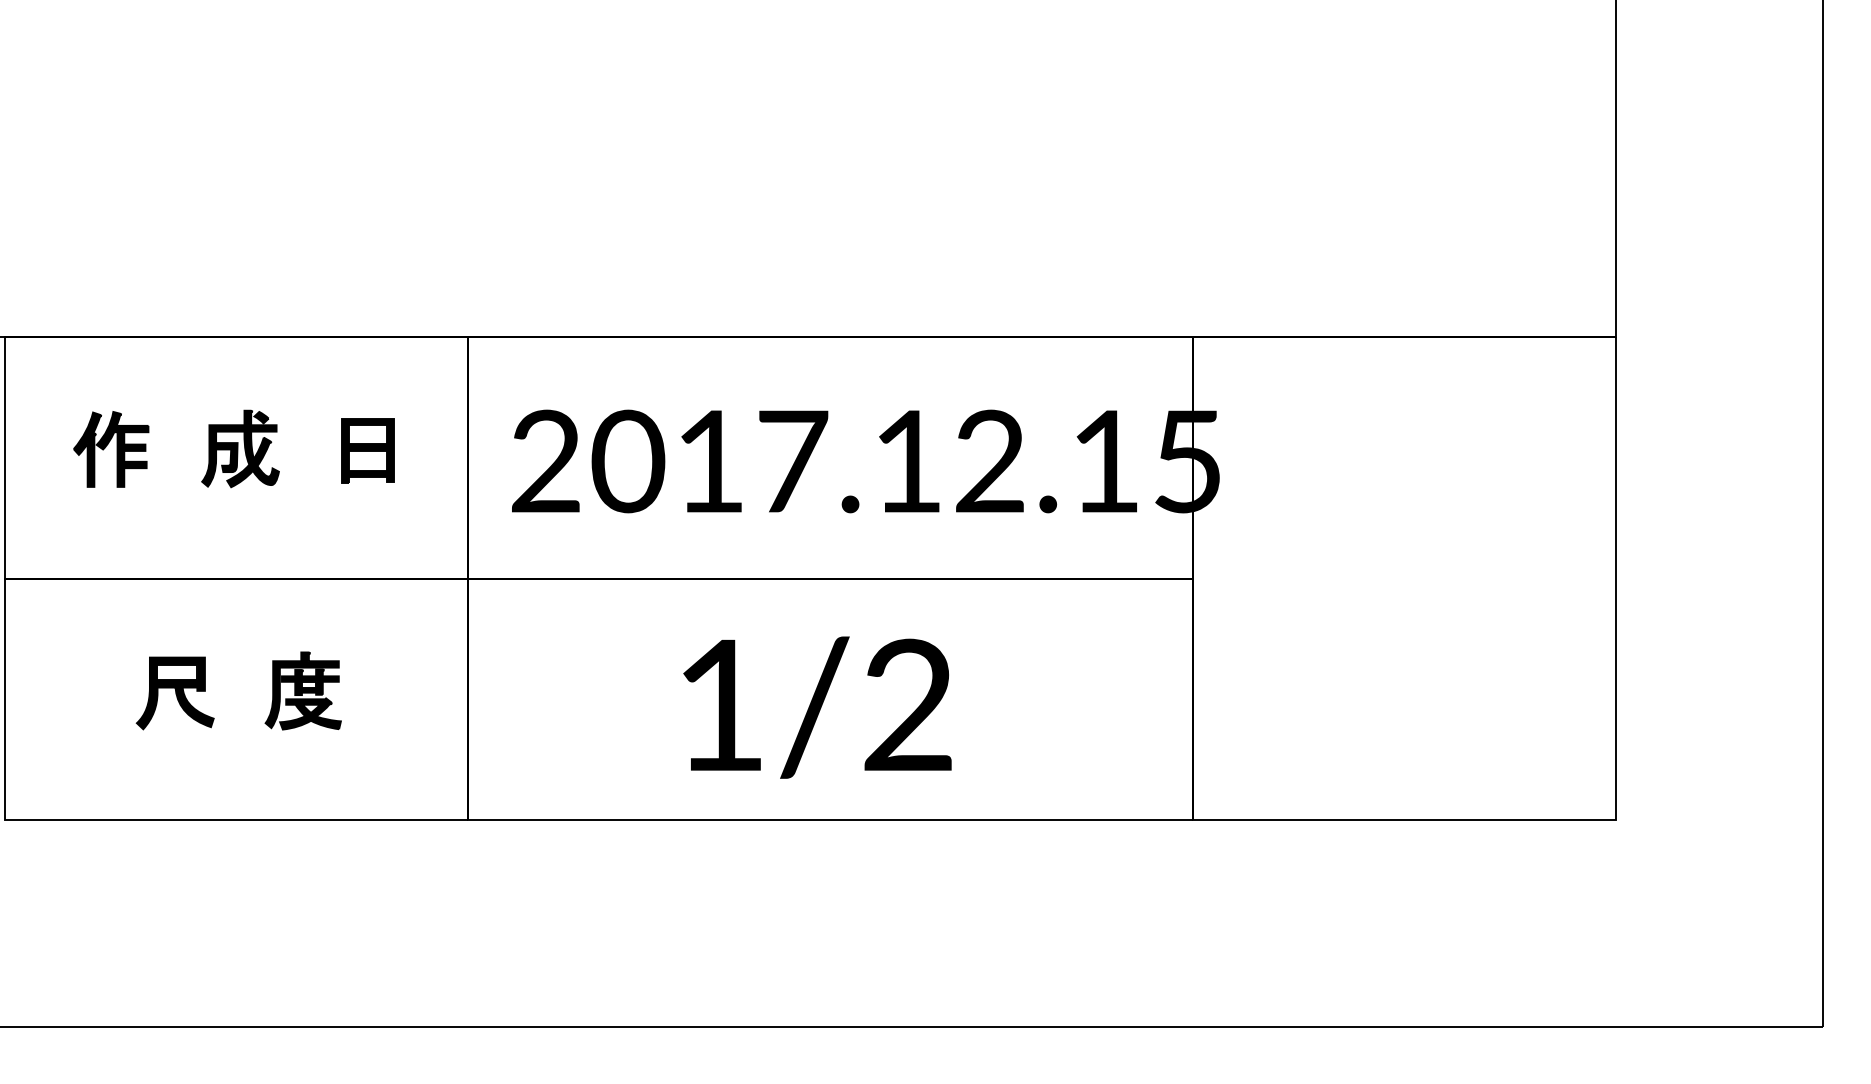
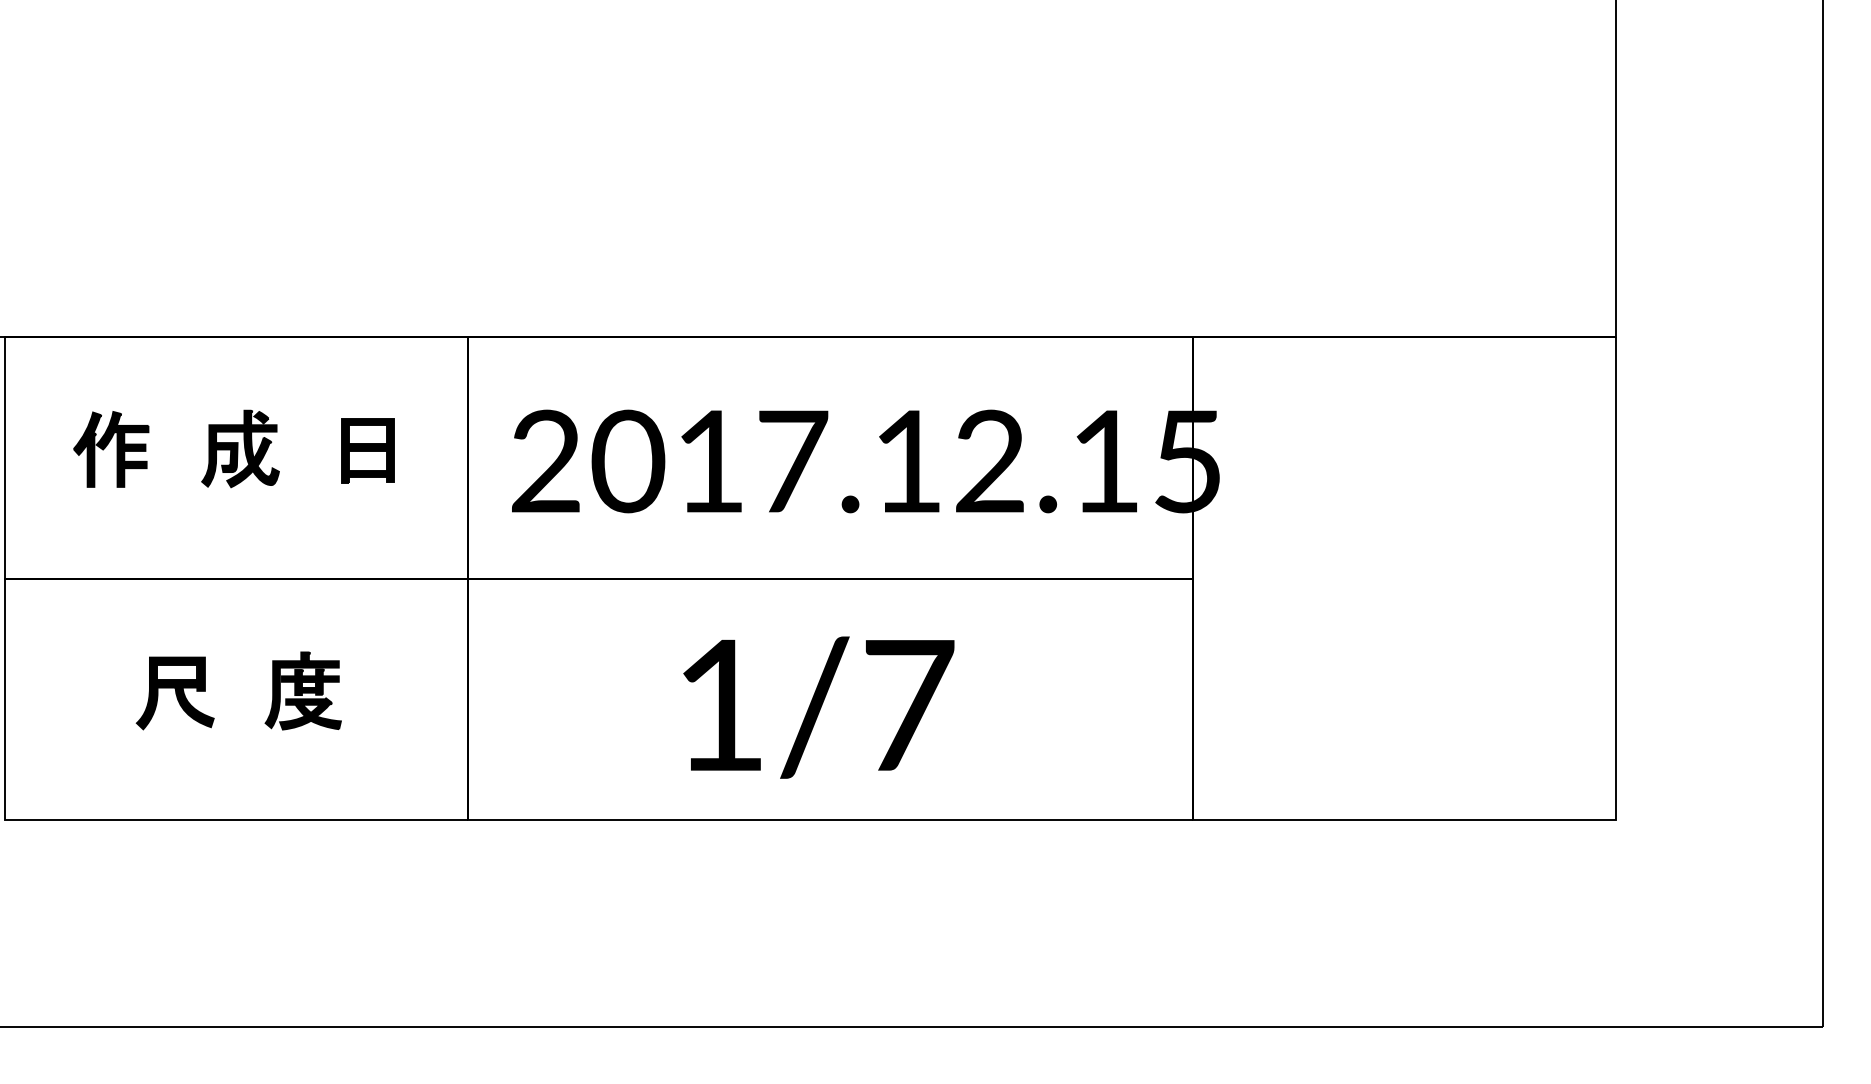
text at (909, 704): 1/2 -> 1/7
